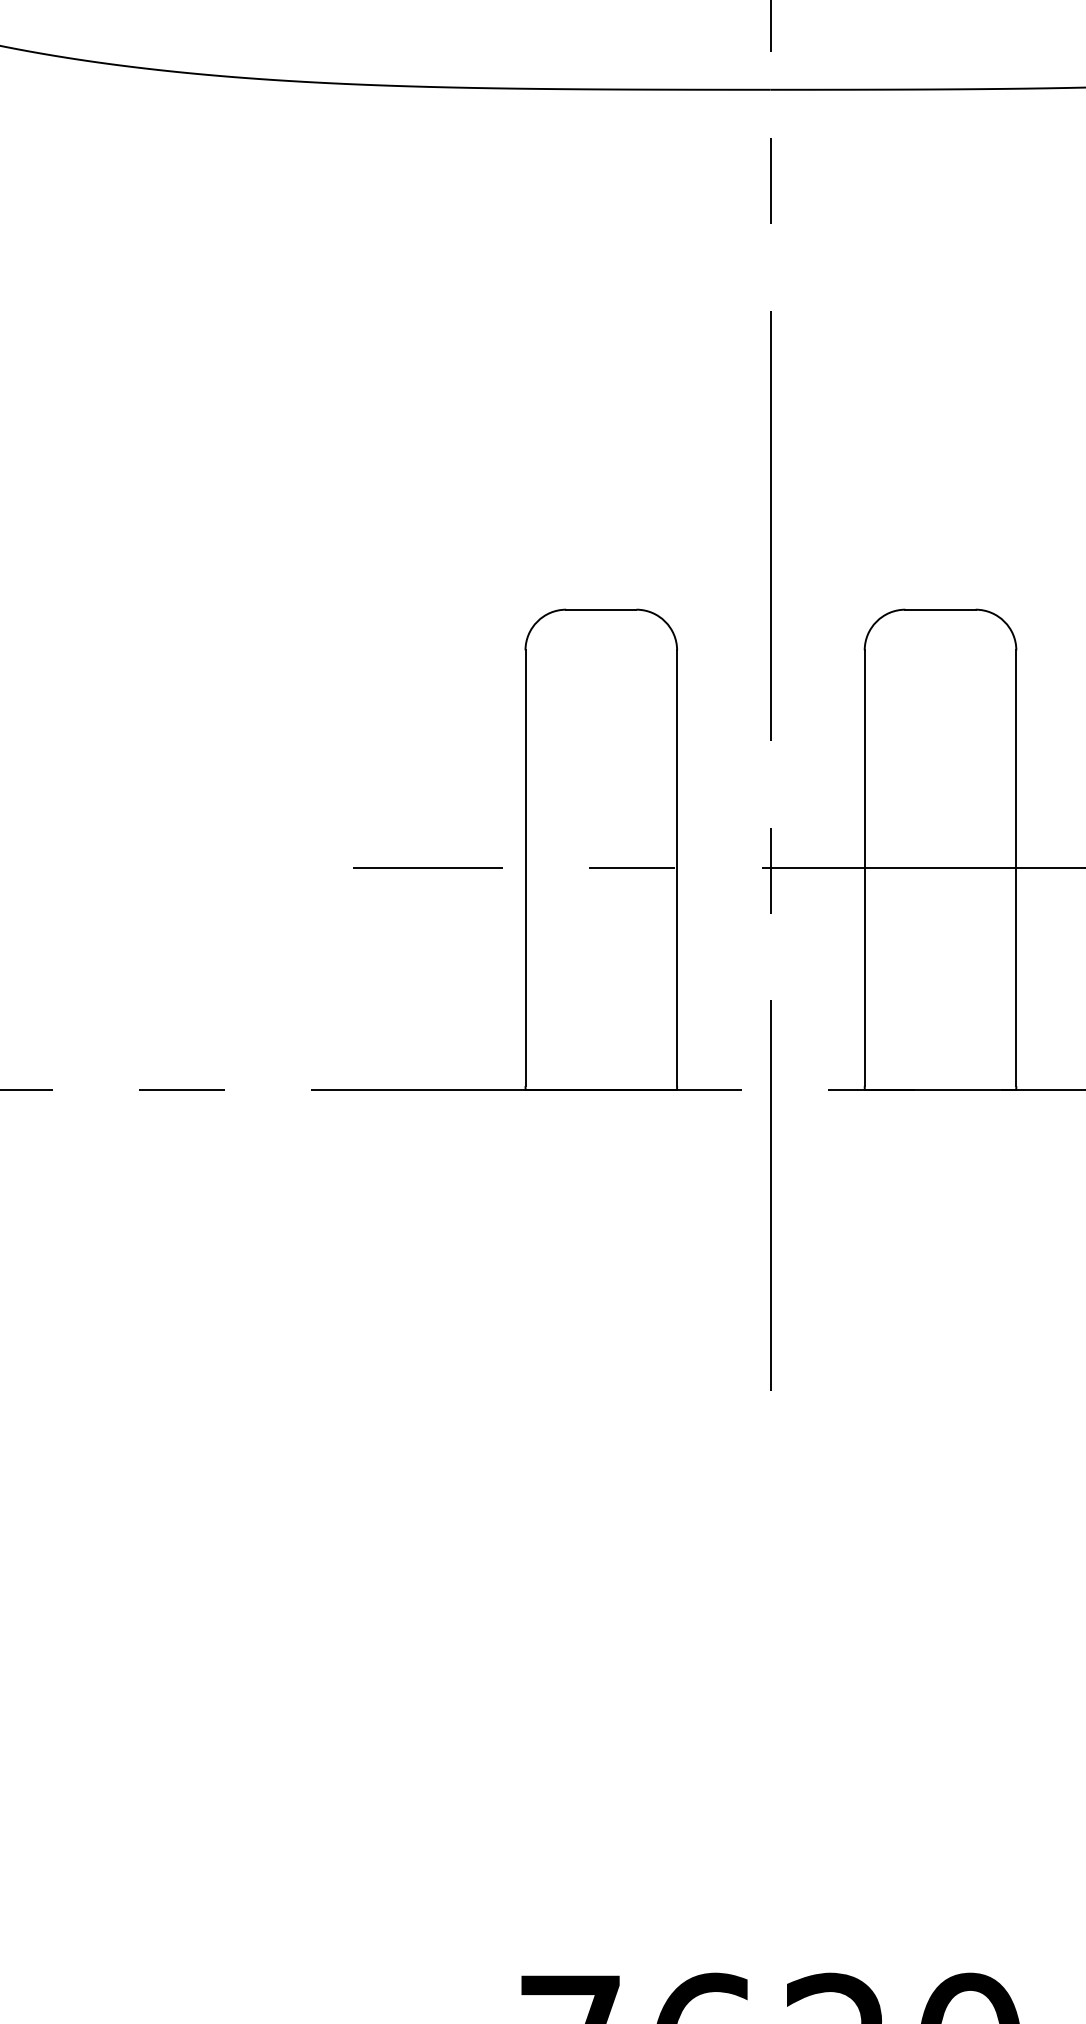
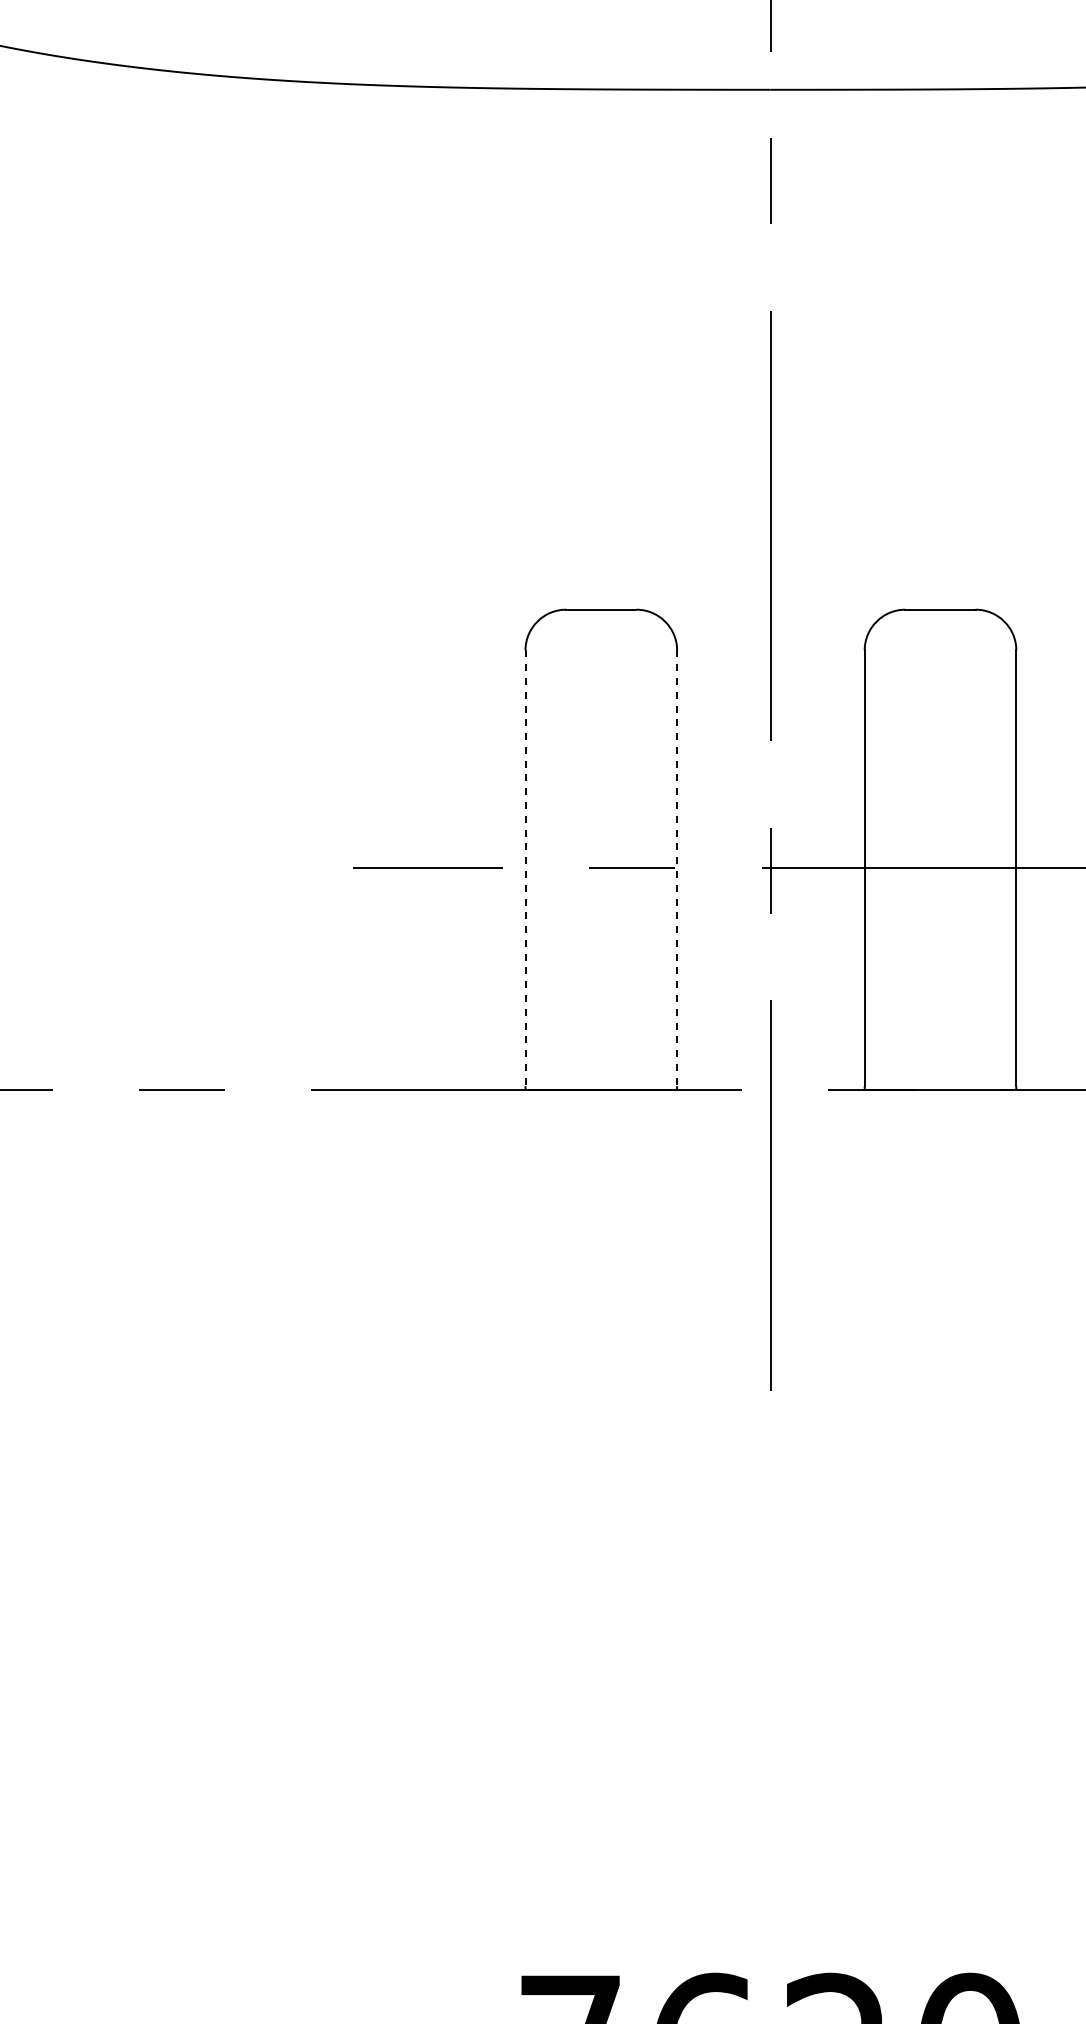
line at (525, 868): solid -> dashed
line at (677, 868): solid -> dashed
